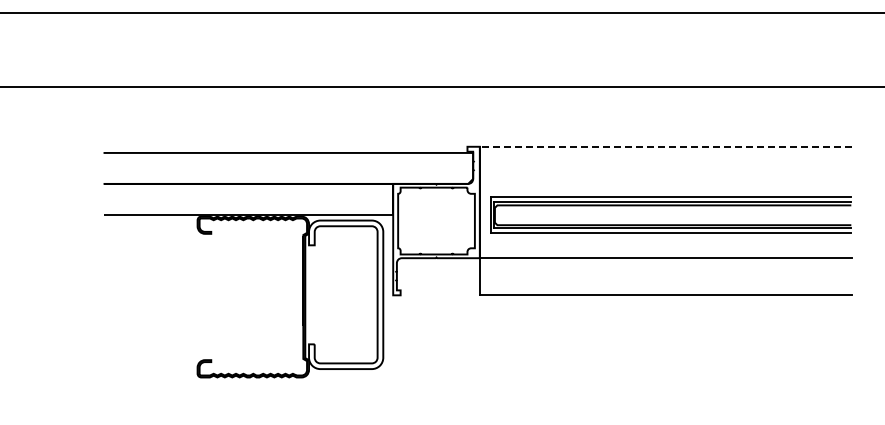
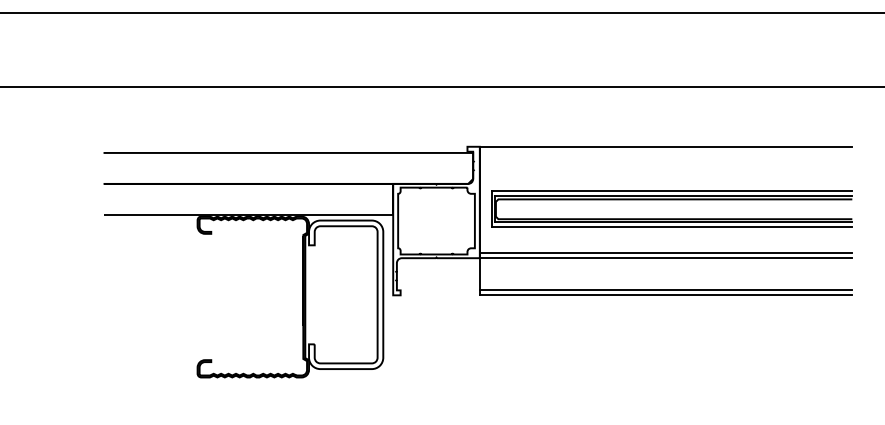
line at (665, 146): dashed -> solid
part at (670, 206) position: (670, 206) -> (671, 200)
line at (665, 253): none -> present
line at (665, 290): none -> present
